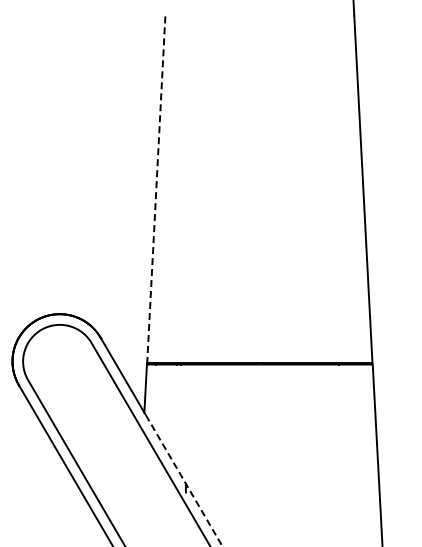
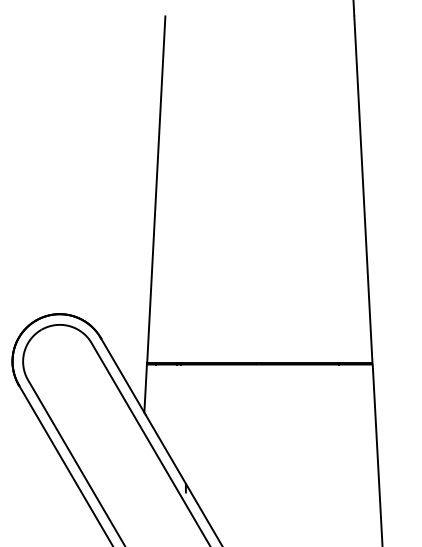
line at (156, 189): dashed -> solid
line at (184, 480): dashed -> solid
